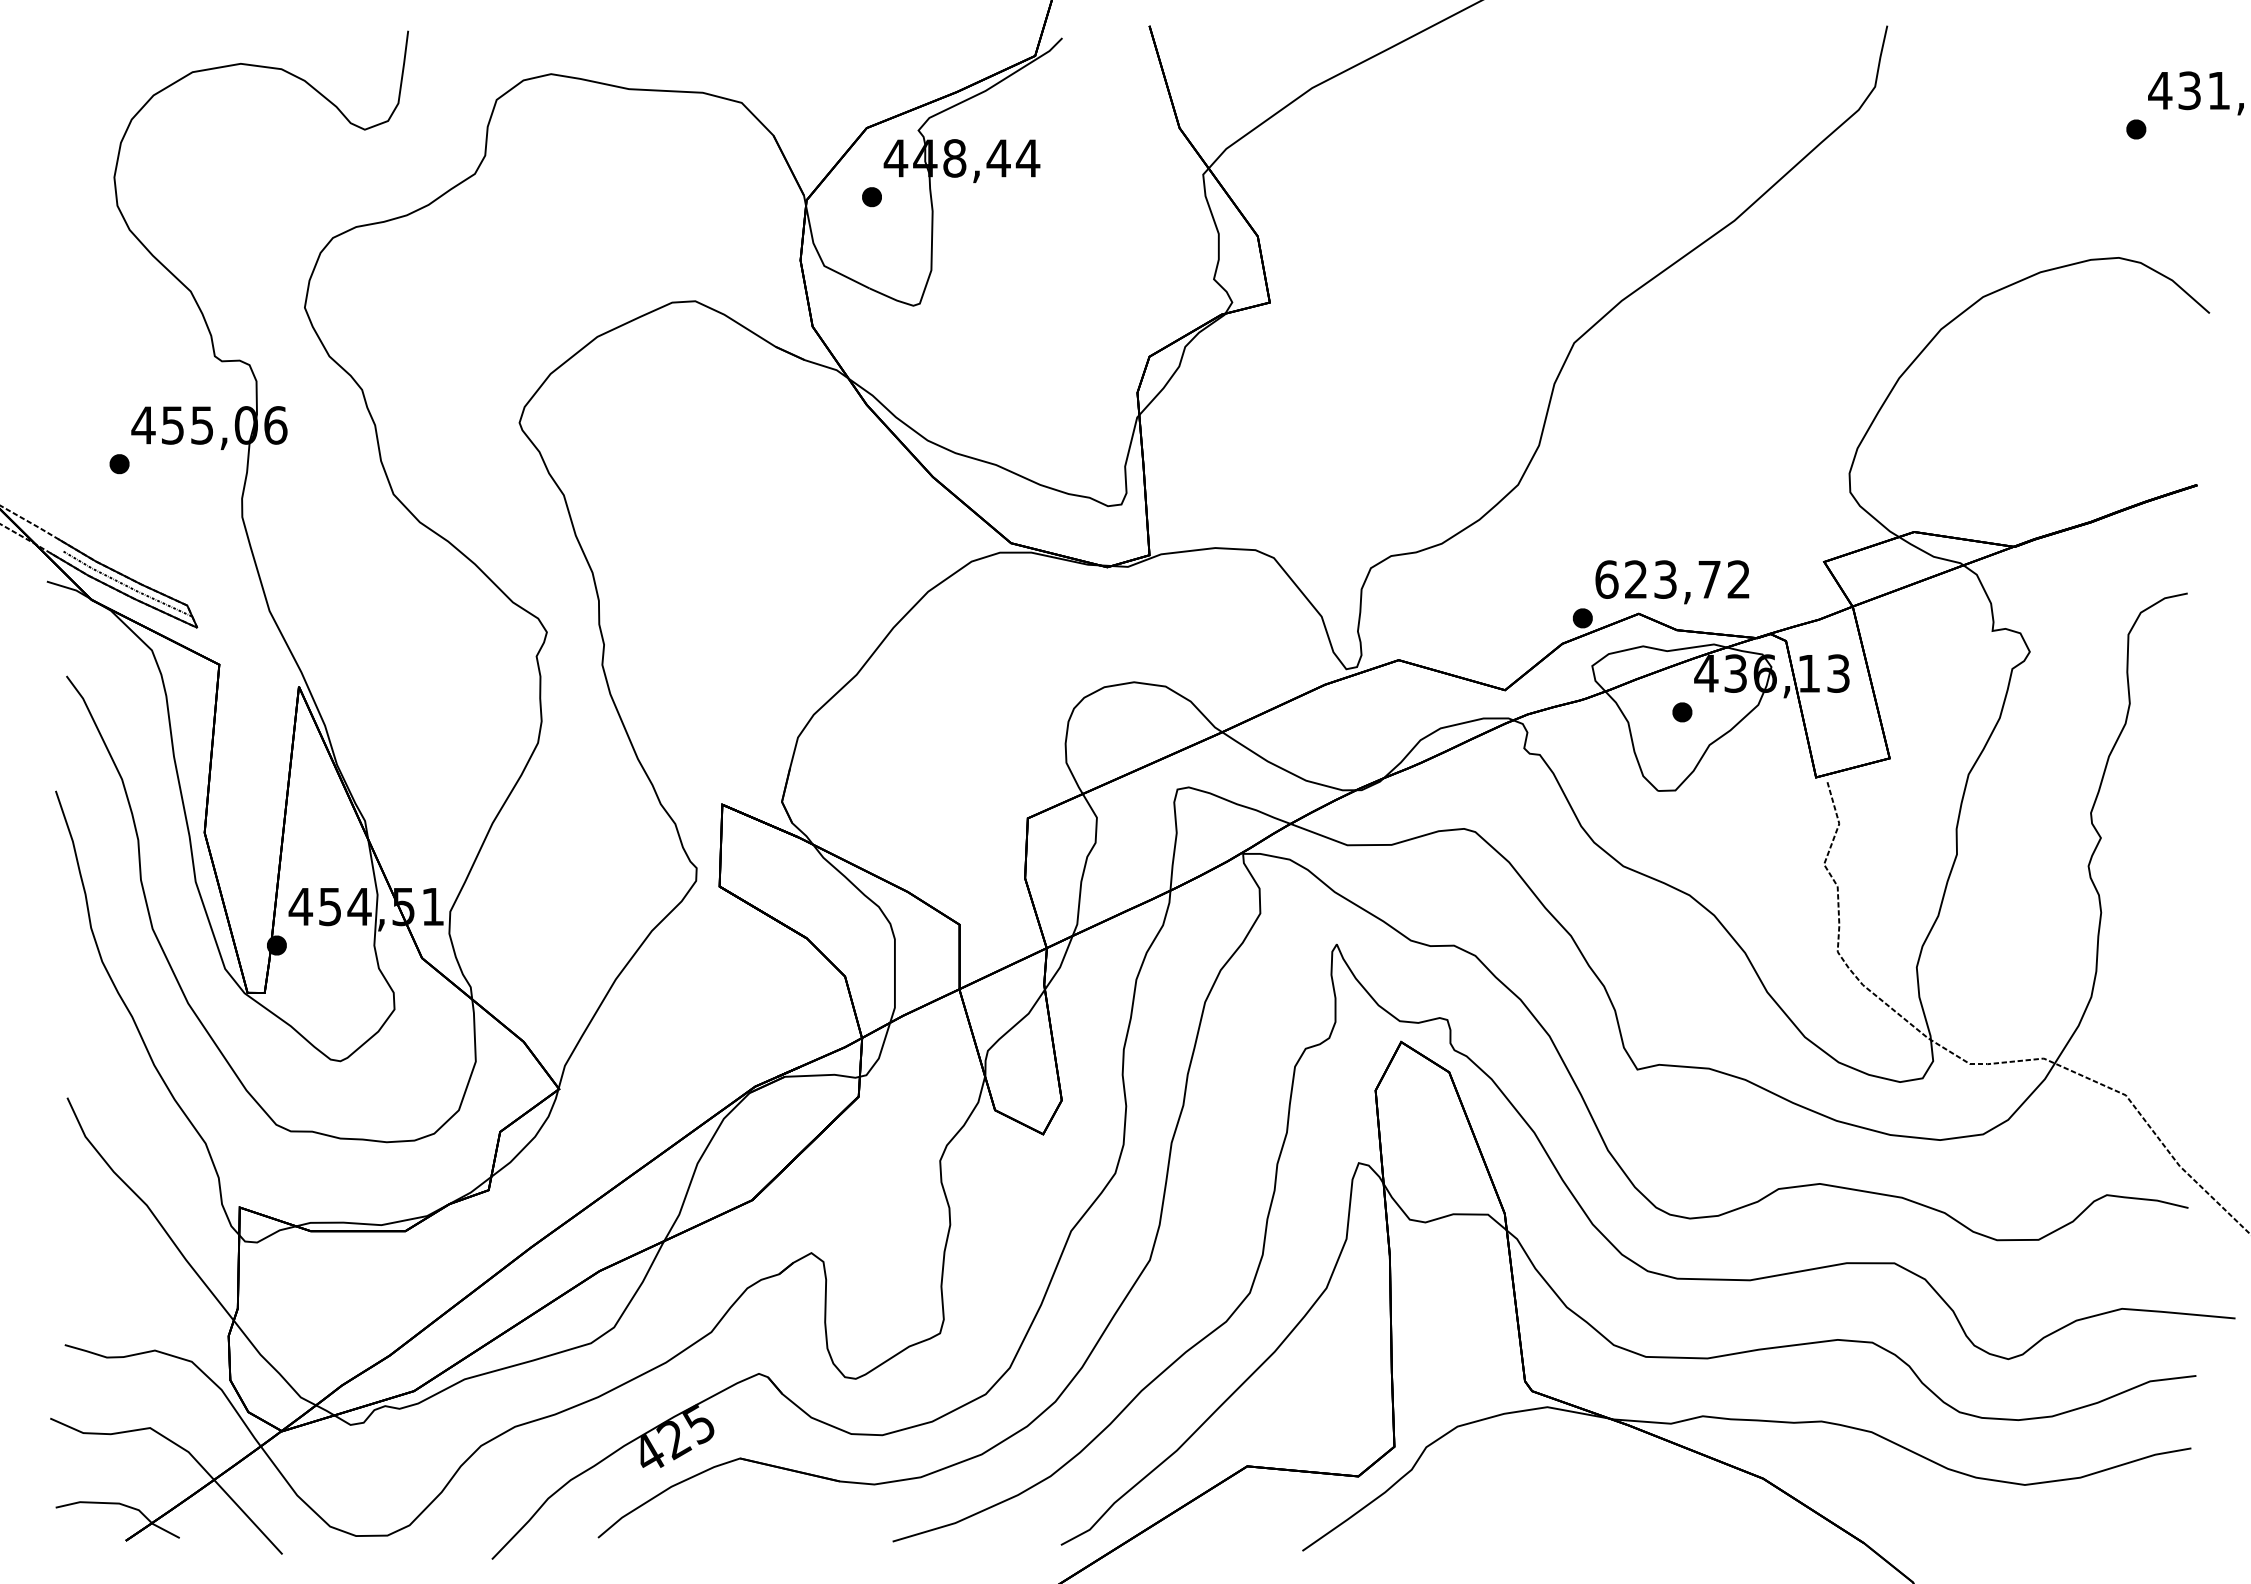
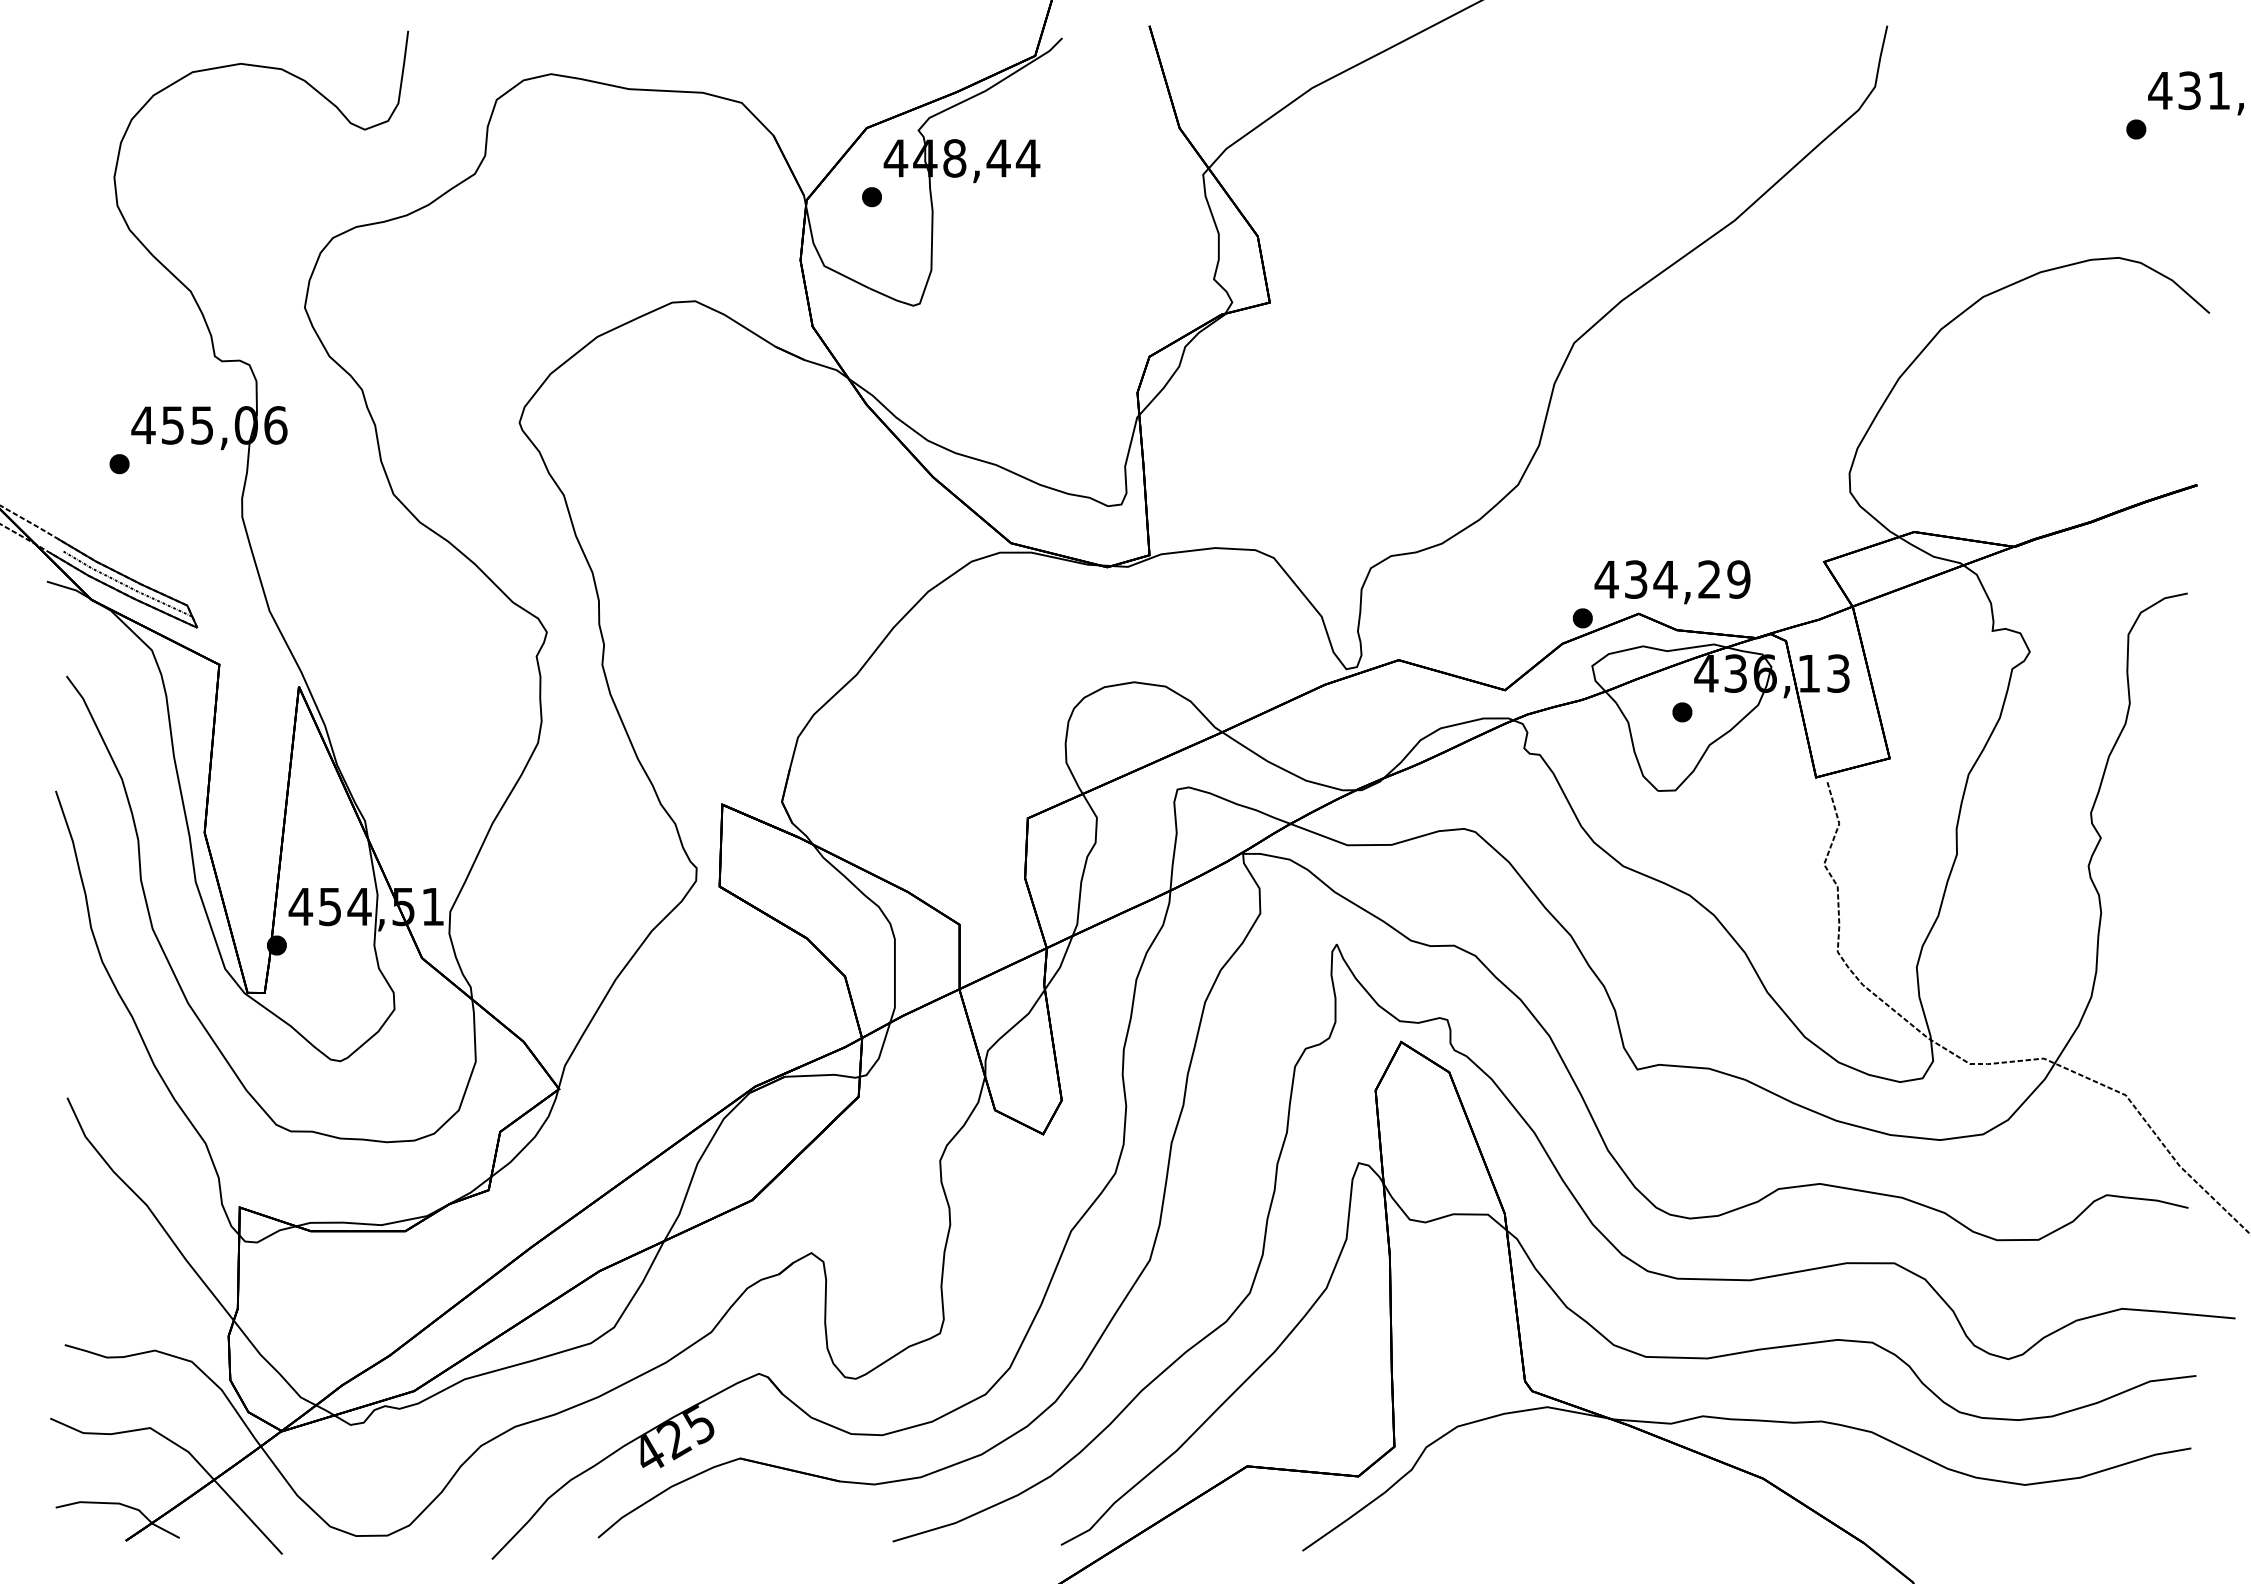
text at (1672, 579): 623,72 -> 434,29
